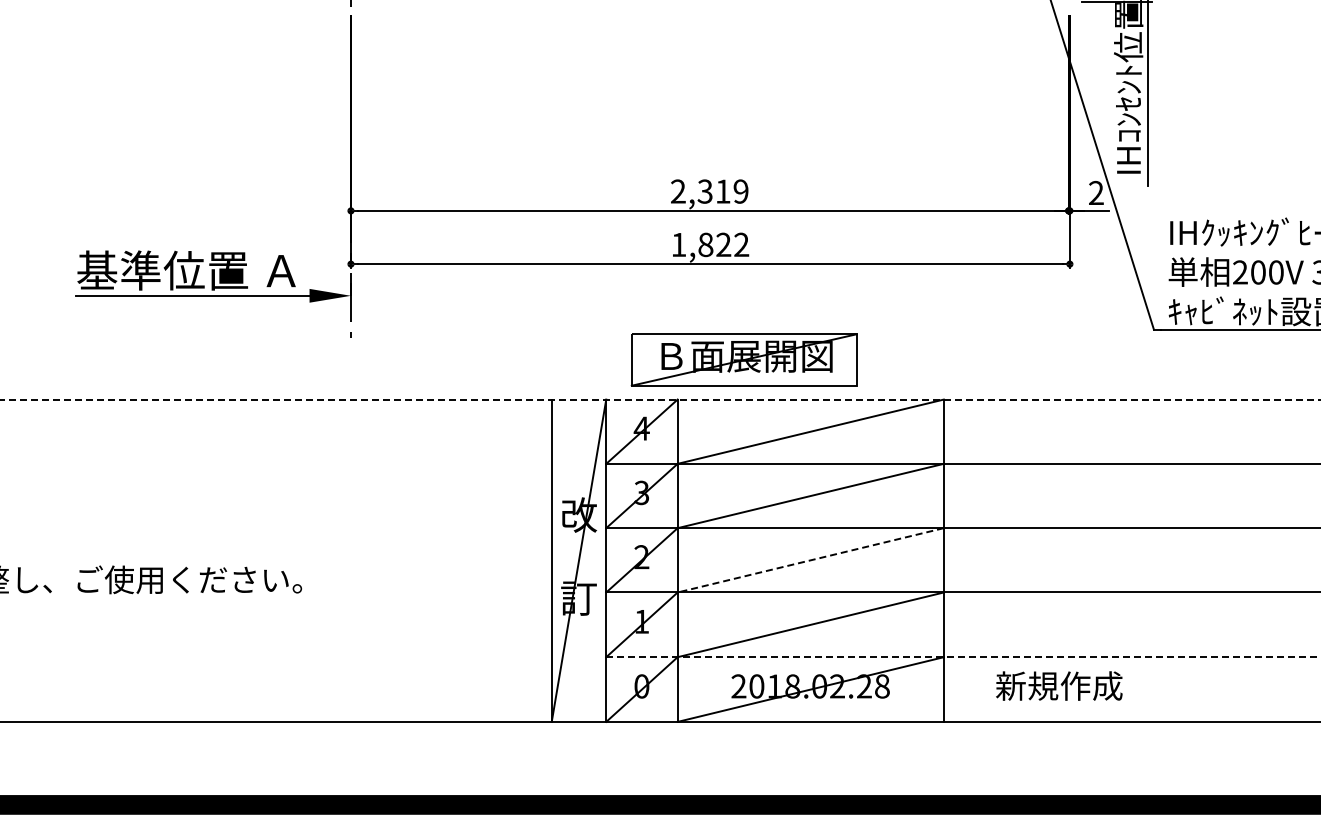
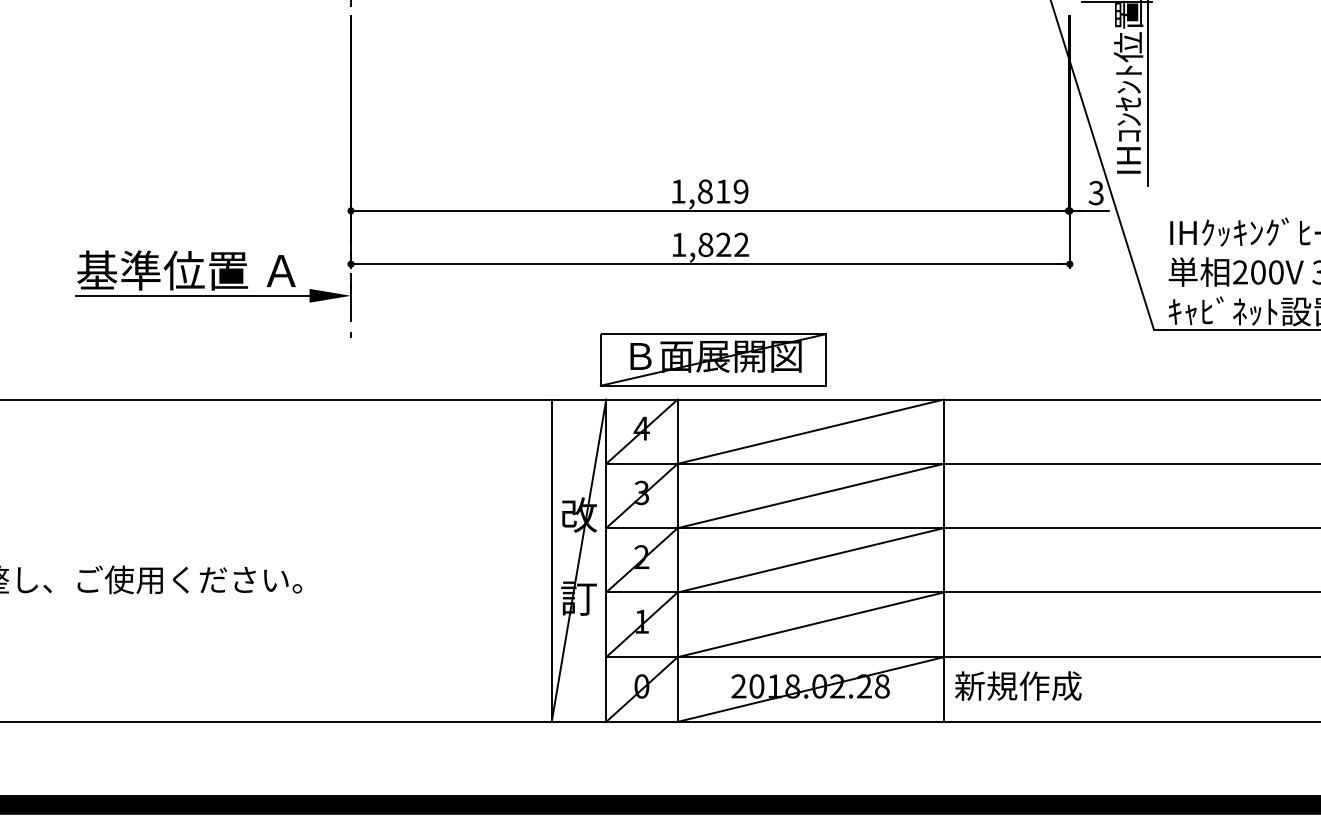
text at (691, 191): 2,319 -> 1,819
text at (1095, 193): 2 -> 3
part at (743, 359) position: (743, 359) -> (712, 359)
line at (660, 399): dashed -> solid
line at (810, 560): dashed -> solid
line at (963, 657): dashed -> solid
text at (1059, 685) position: (1059, 685) -> (1018, 685)
